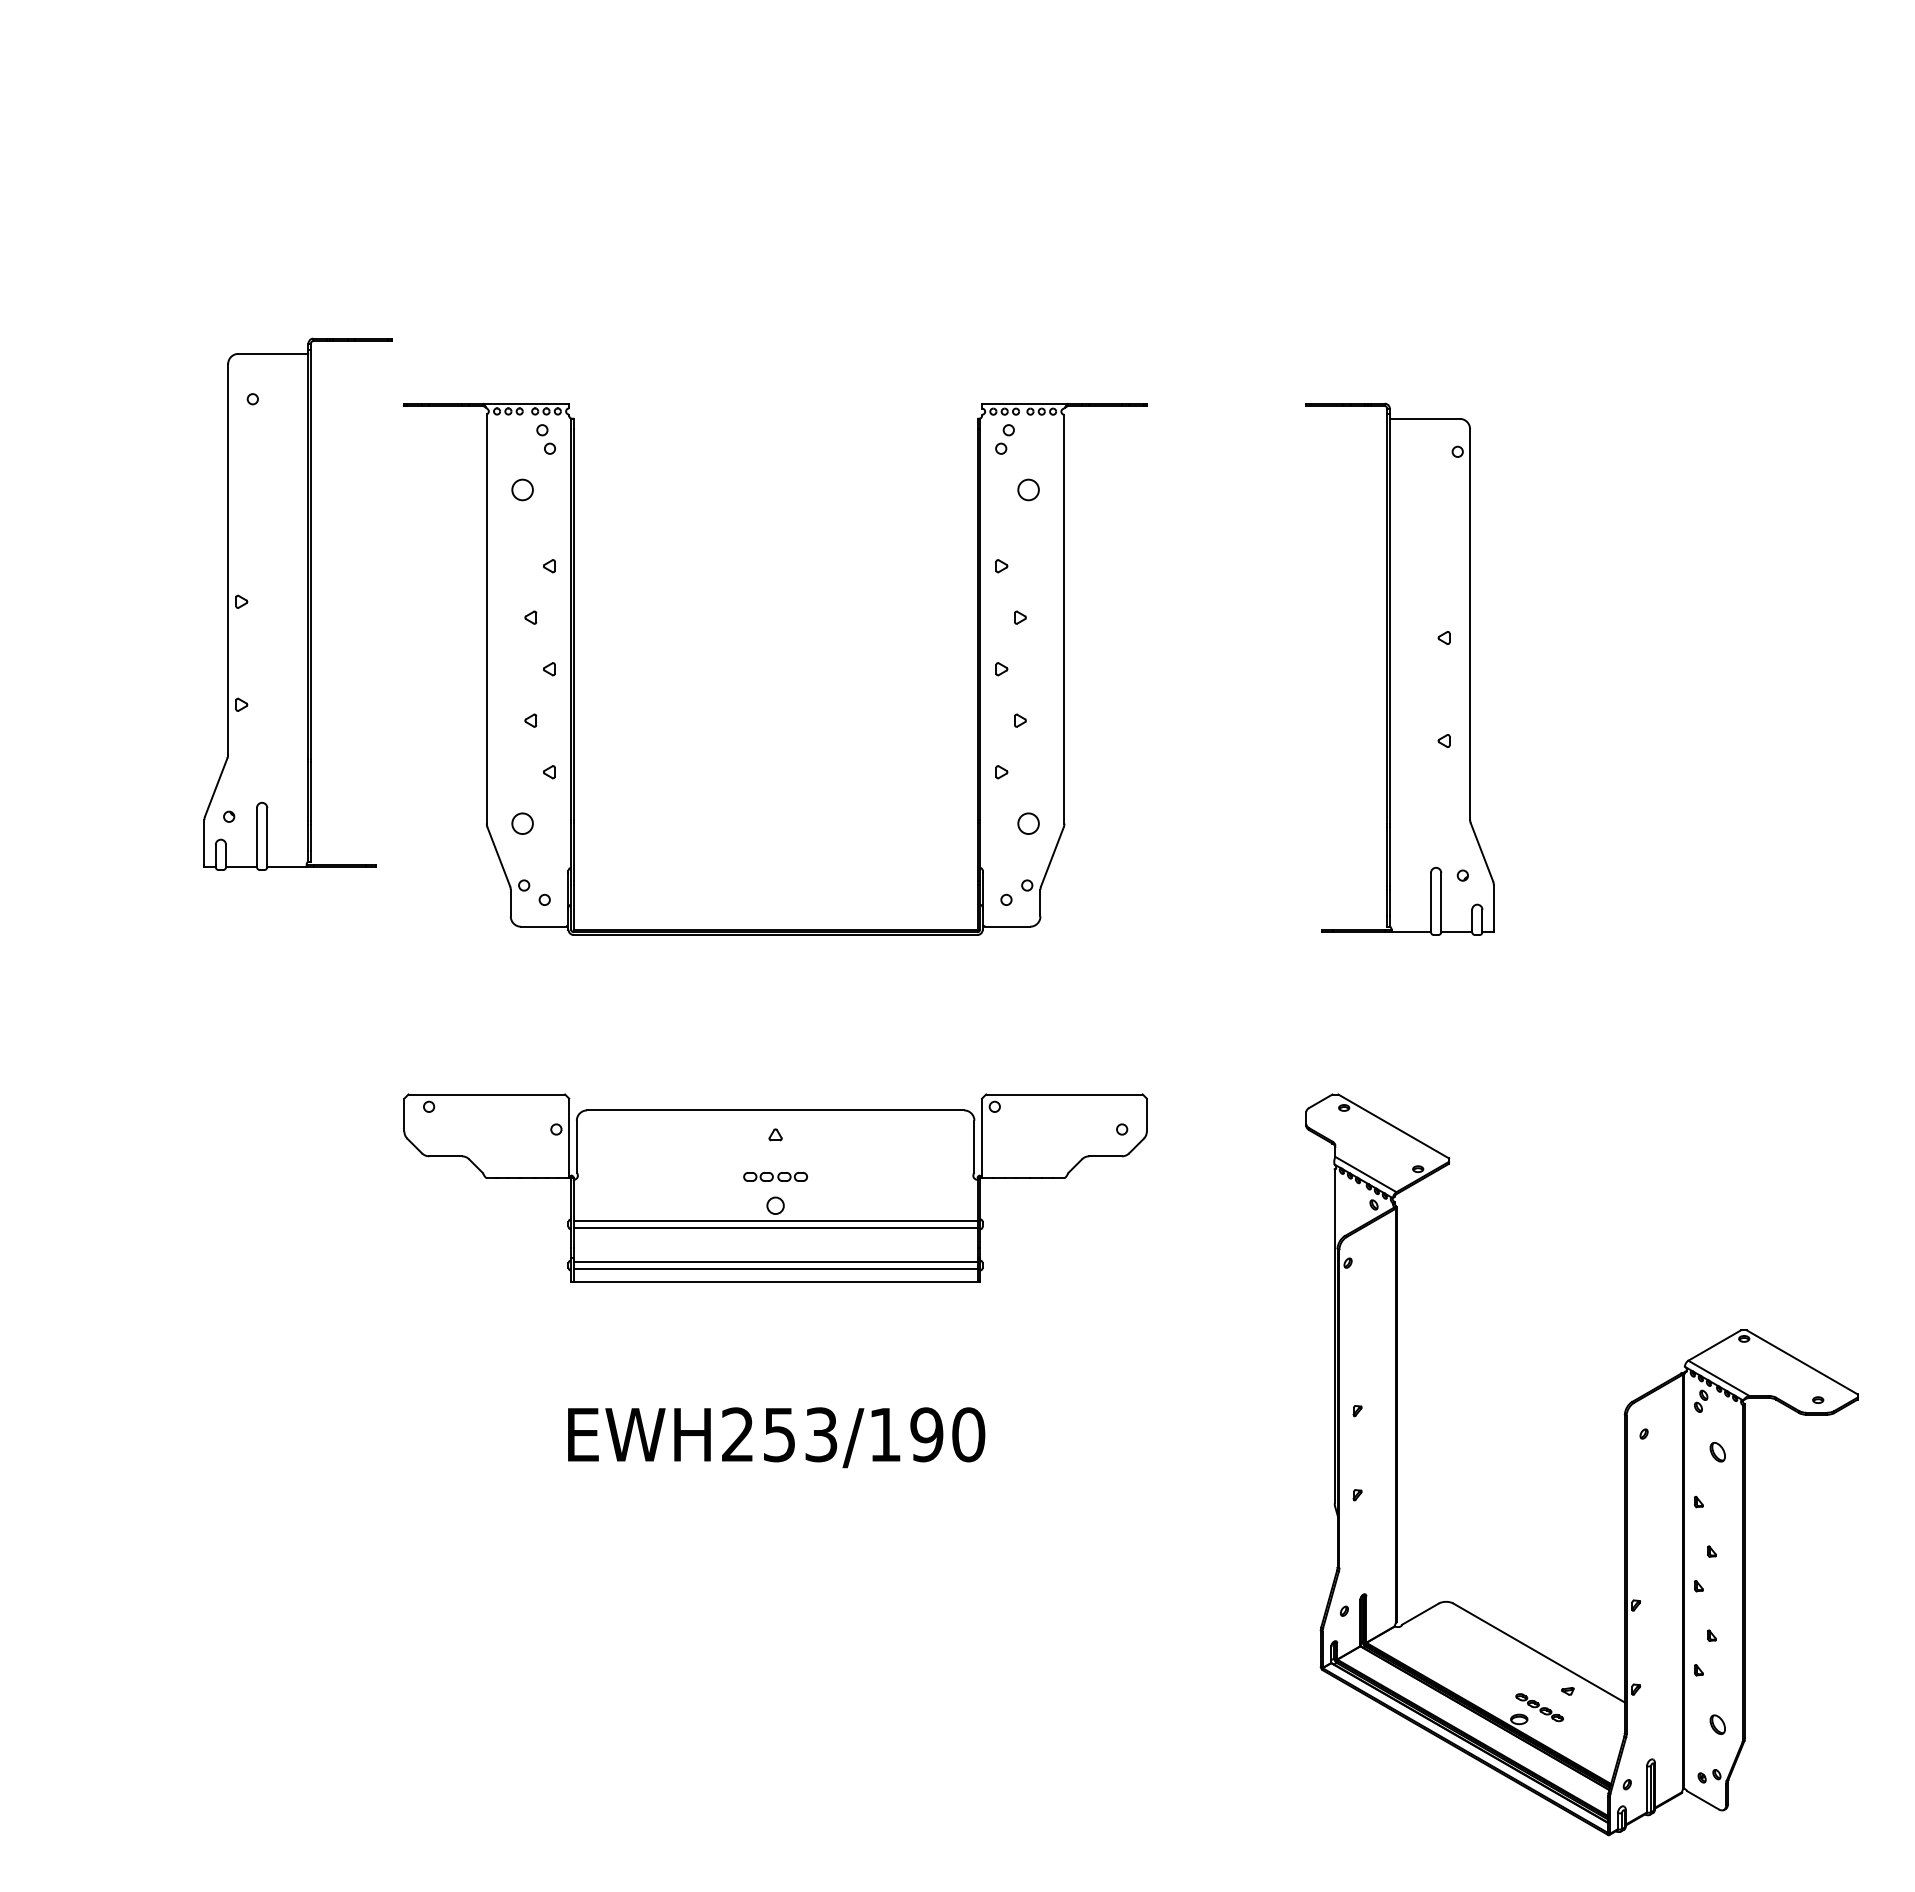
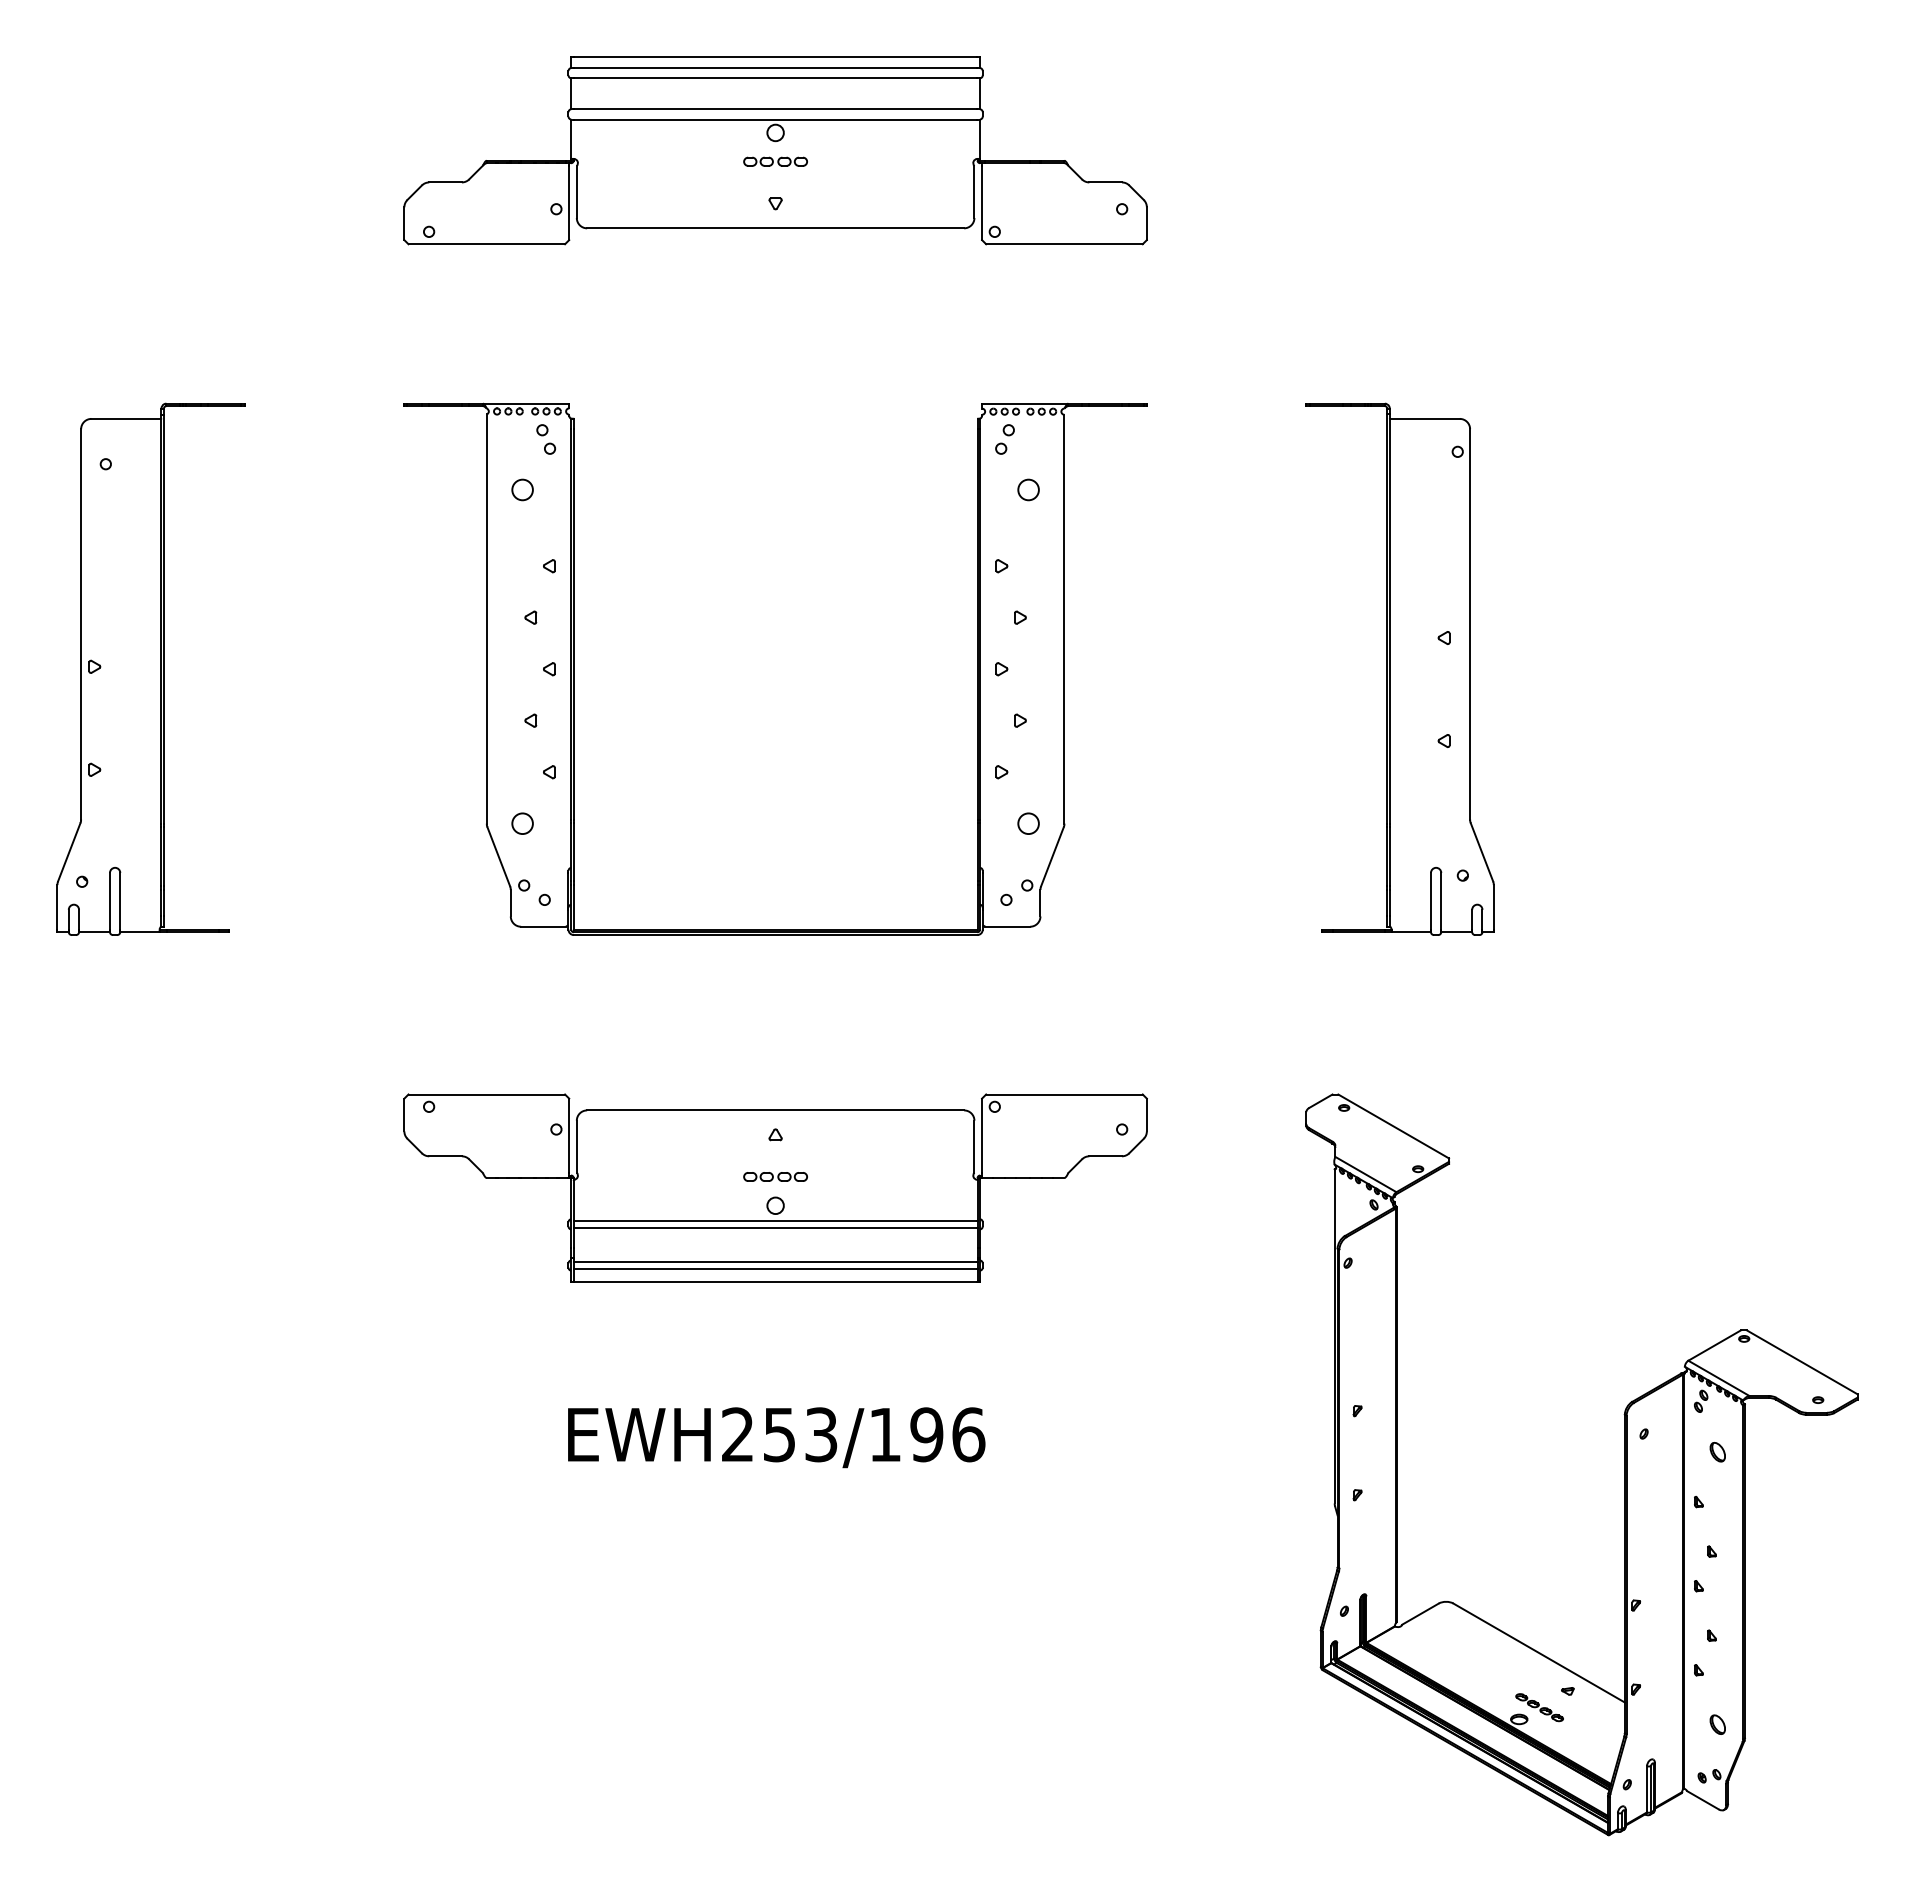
part at (775, 150): none -> present
part at (297, 603) position: (297, 603) -> (150, 668)
text at (968, 1434): EWH253/190 -> EWH253/196
